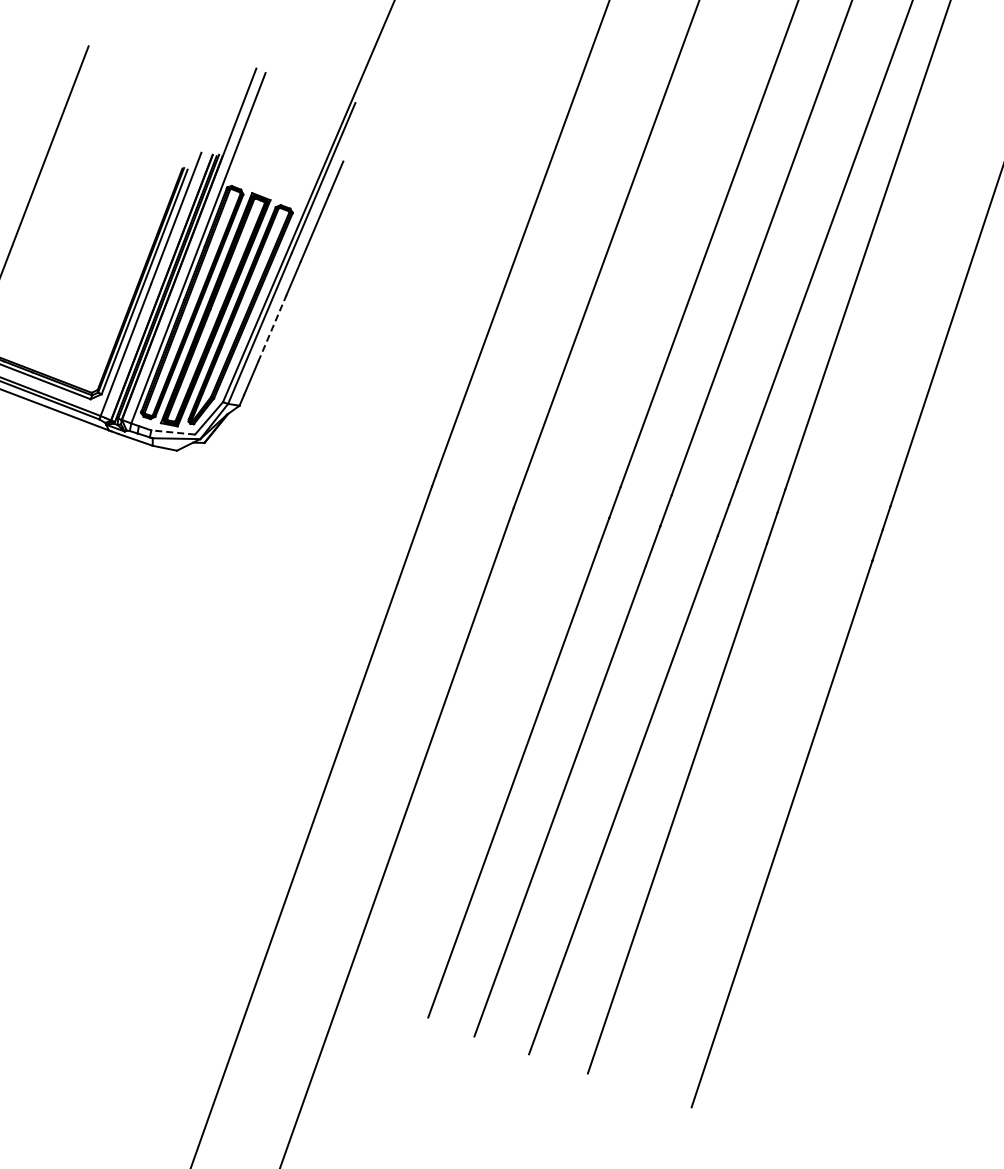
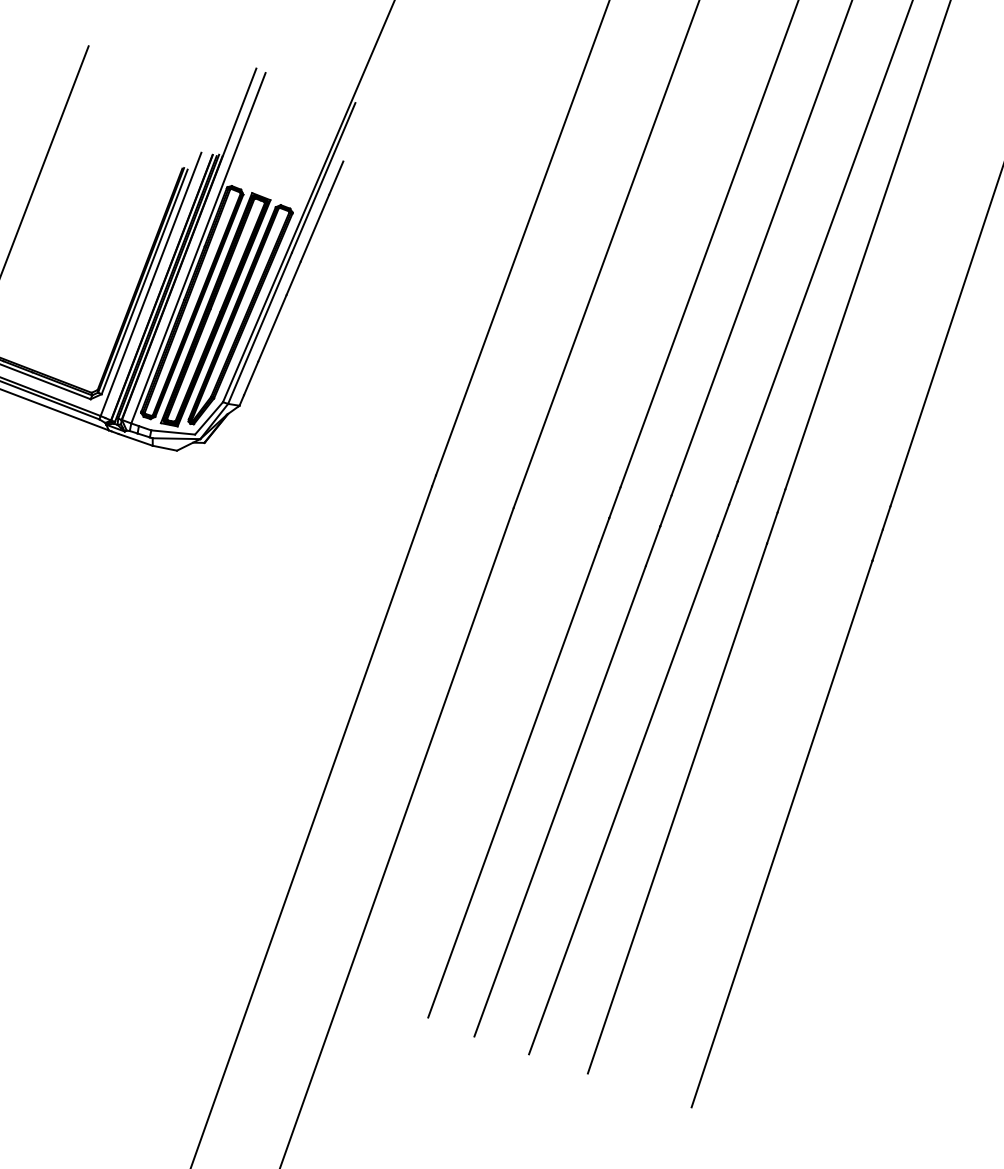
line at (272, 327): dashed -> solid
line at (172, 432): dashed -> solid
